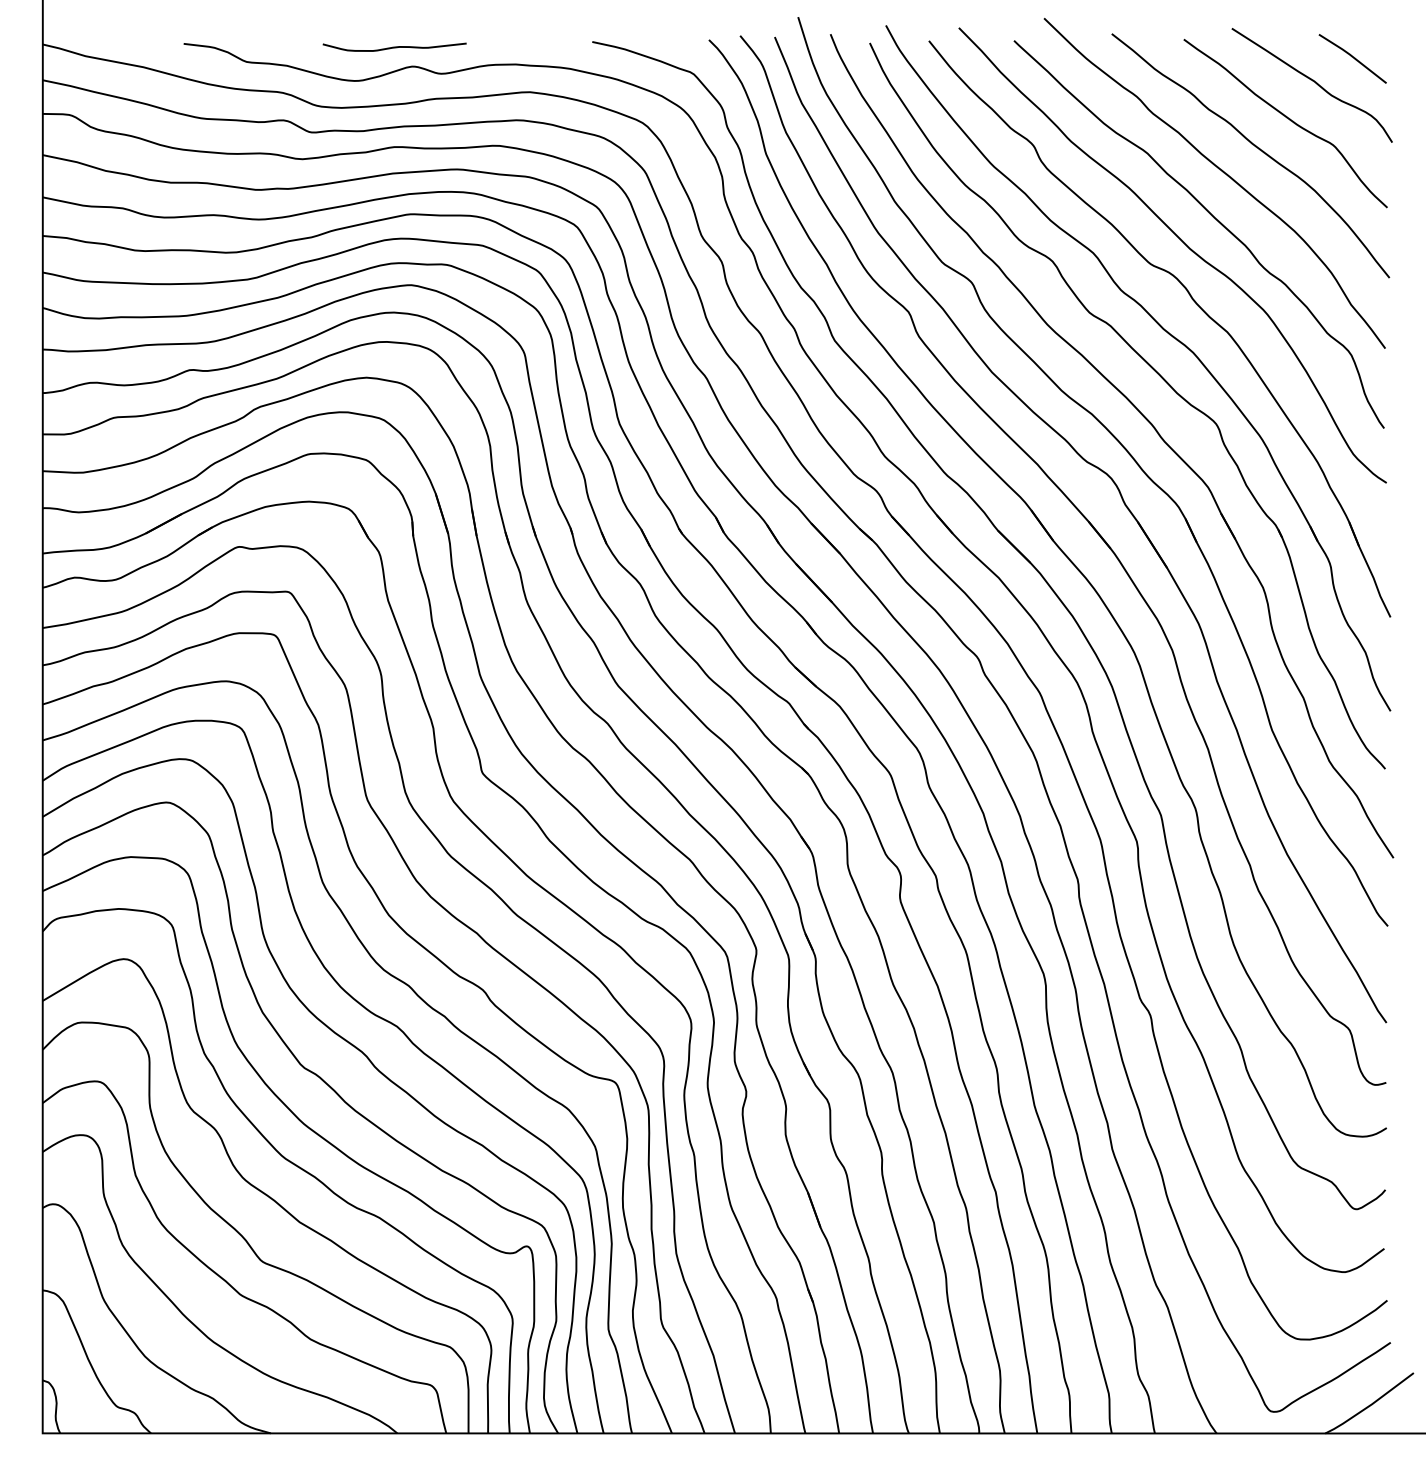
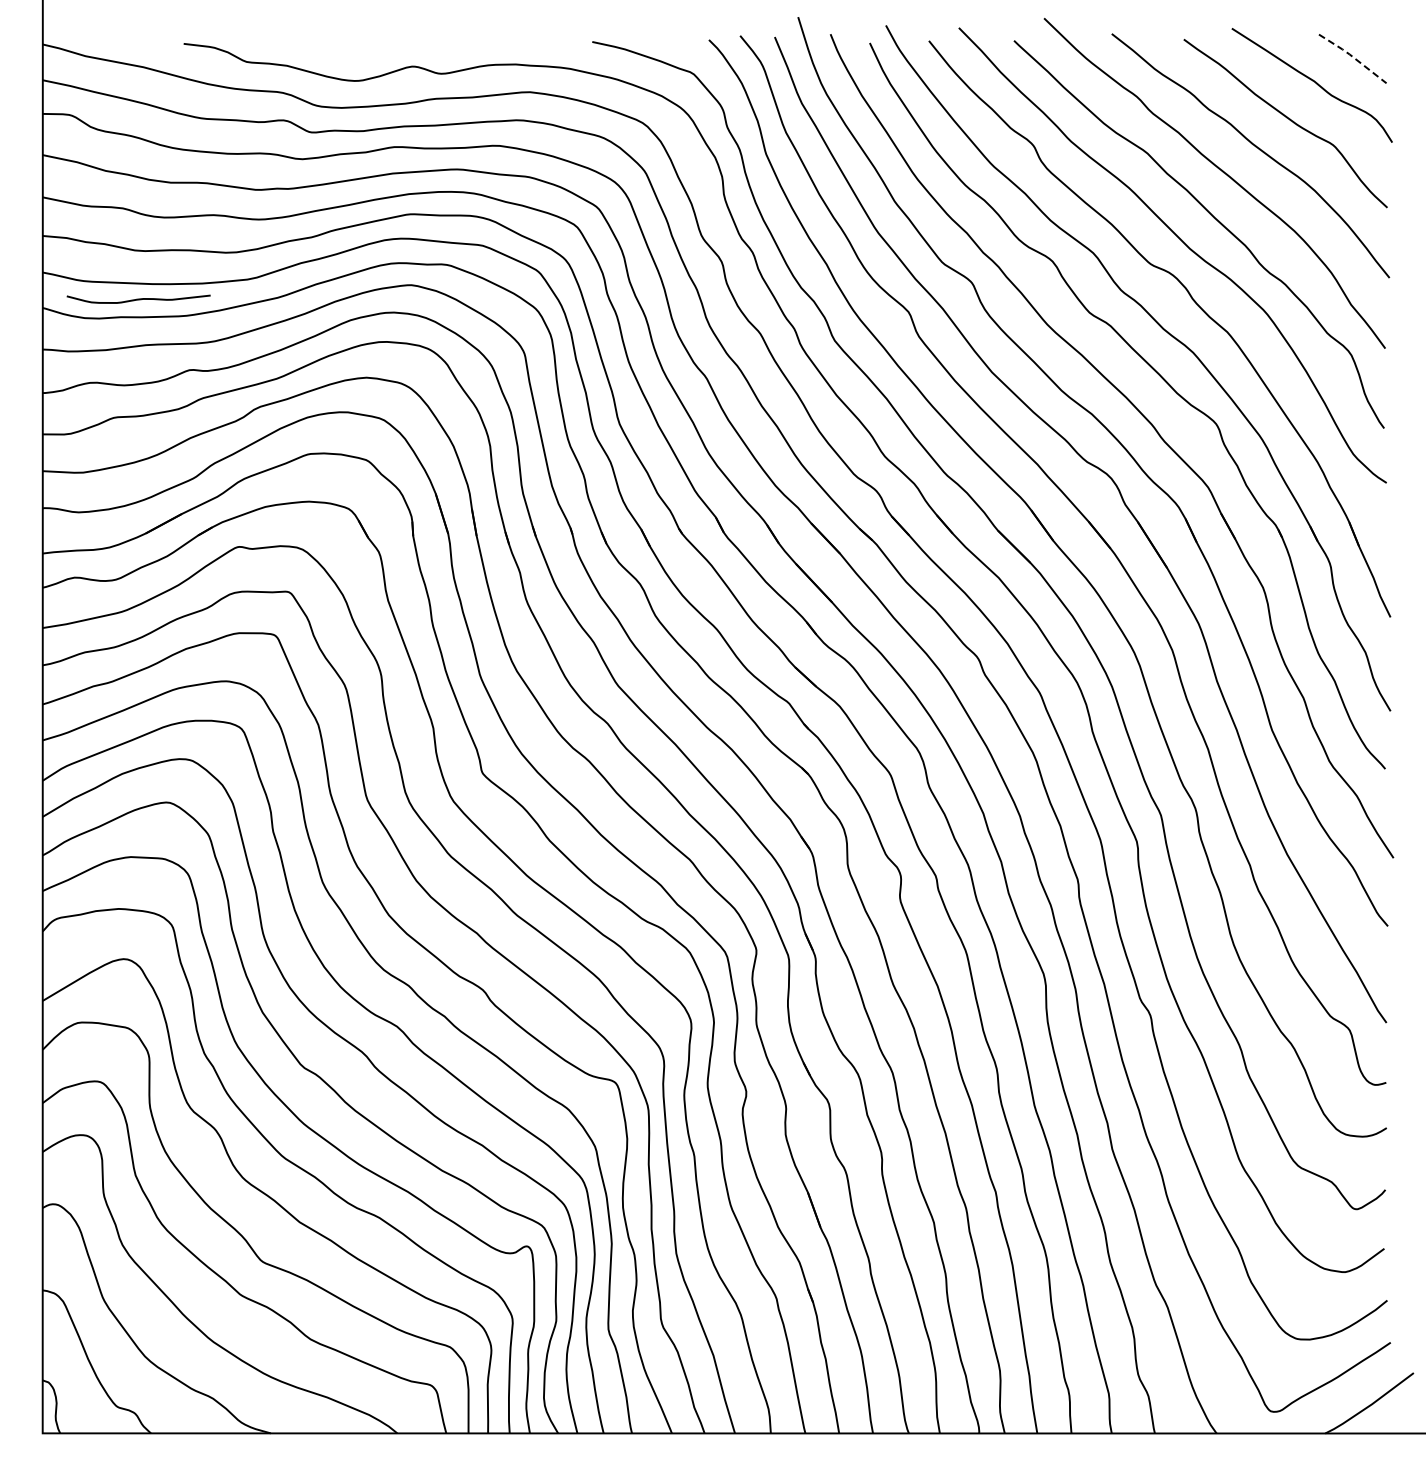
curve at (394, 46) position: (394, 46) -> (138, 298)
line at (1352, 57): solid -> dashed
